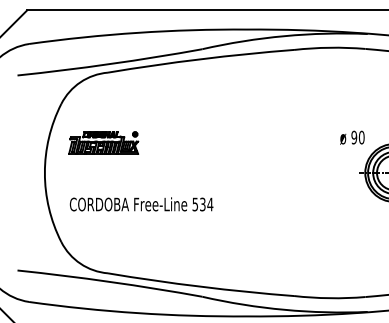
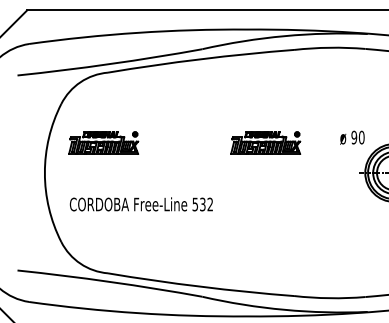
part at (265, 142): none -> present
text at (210, 204): 534 -> 532
